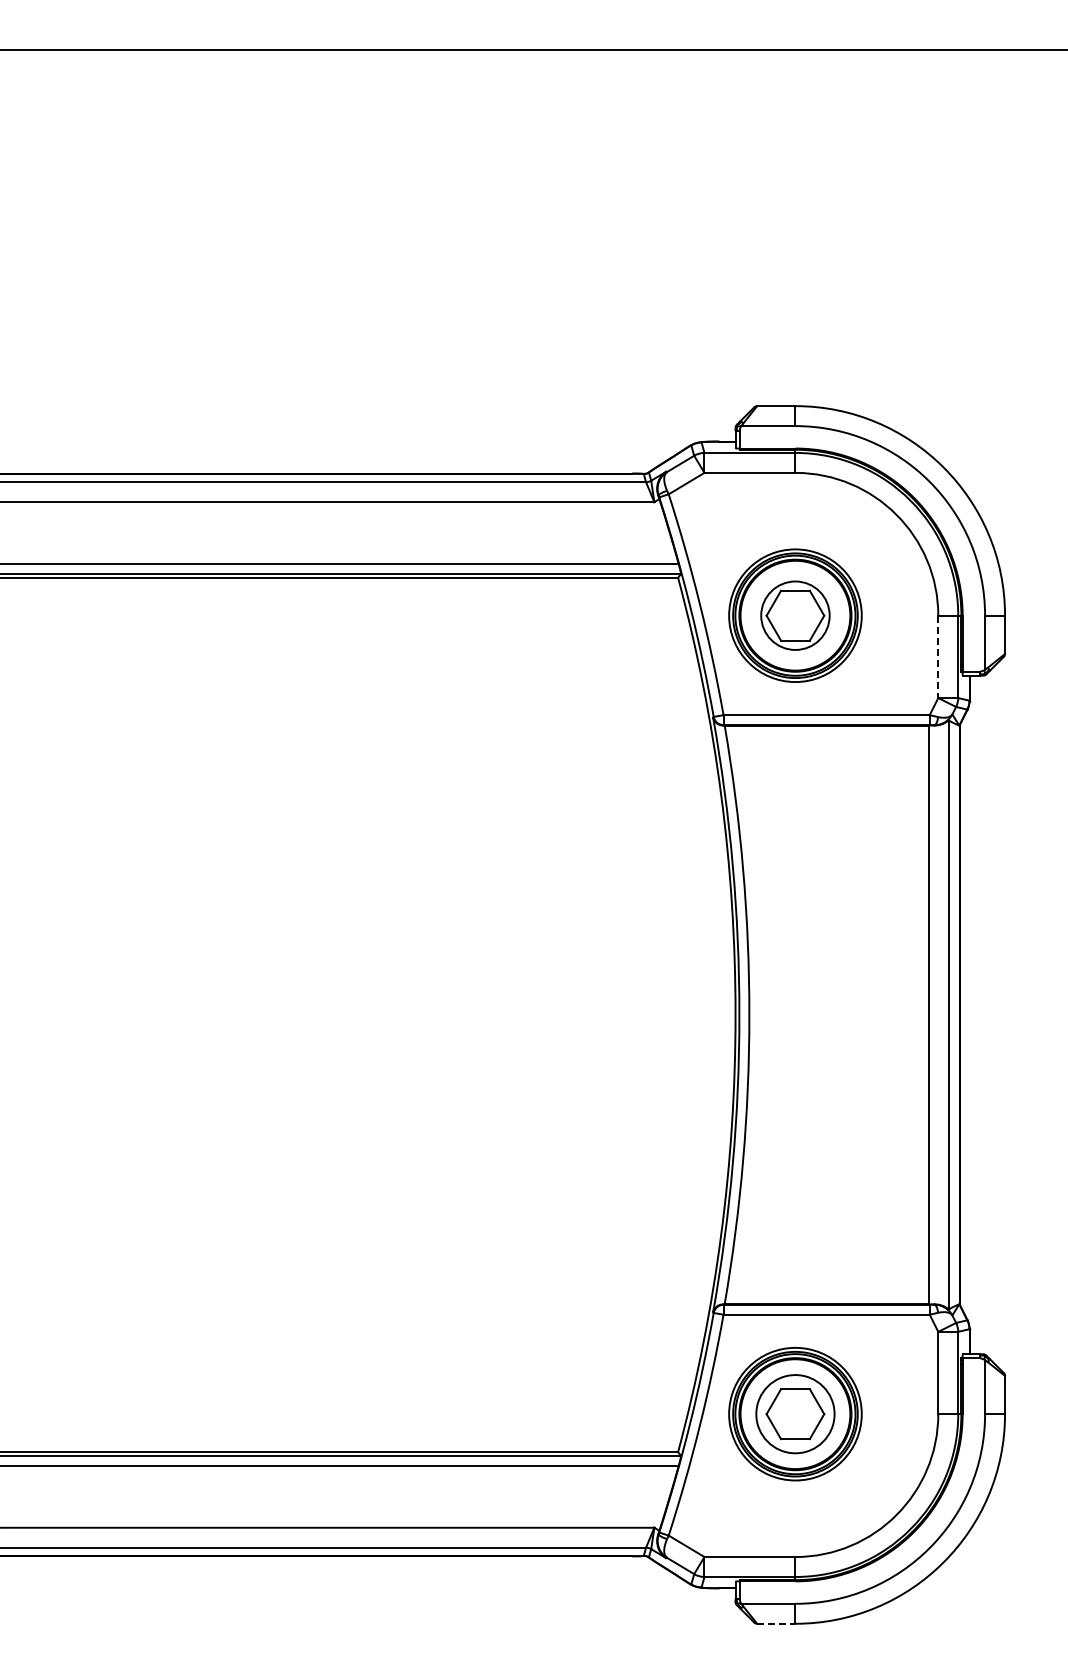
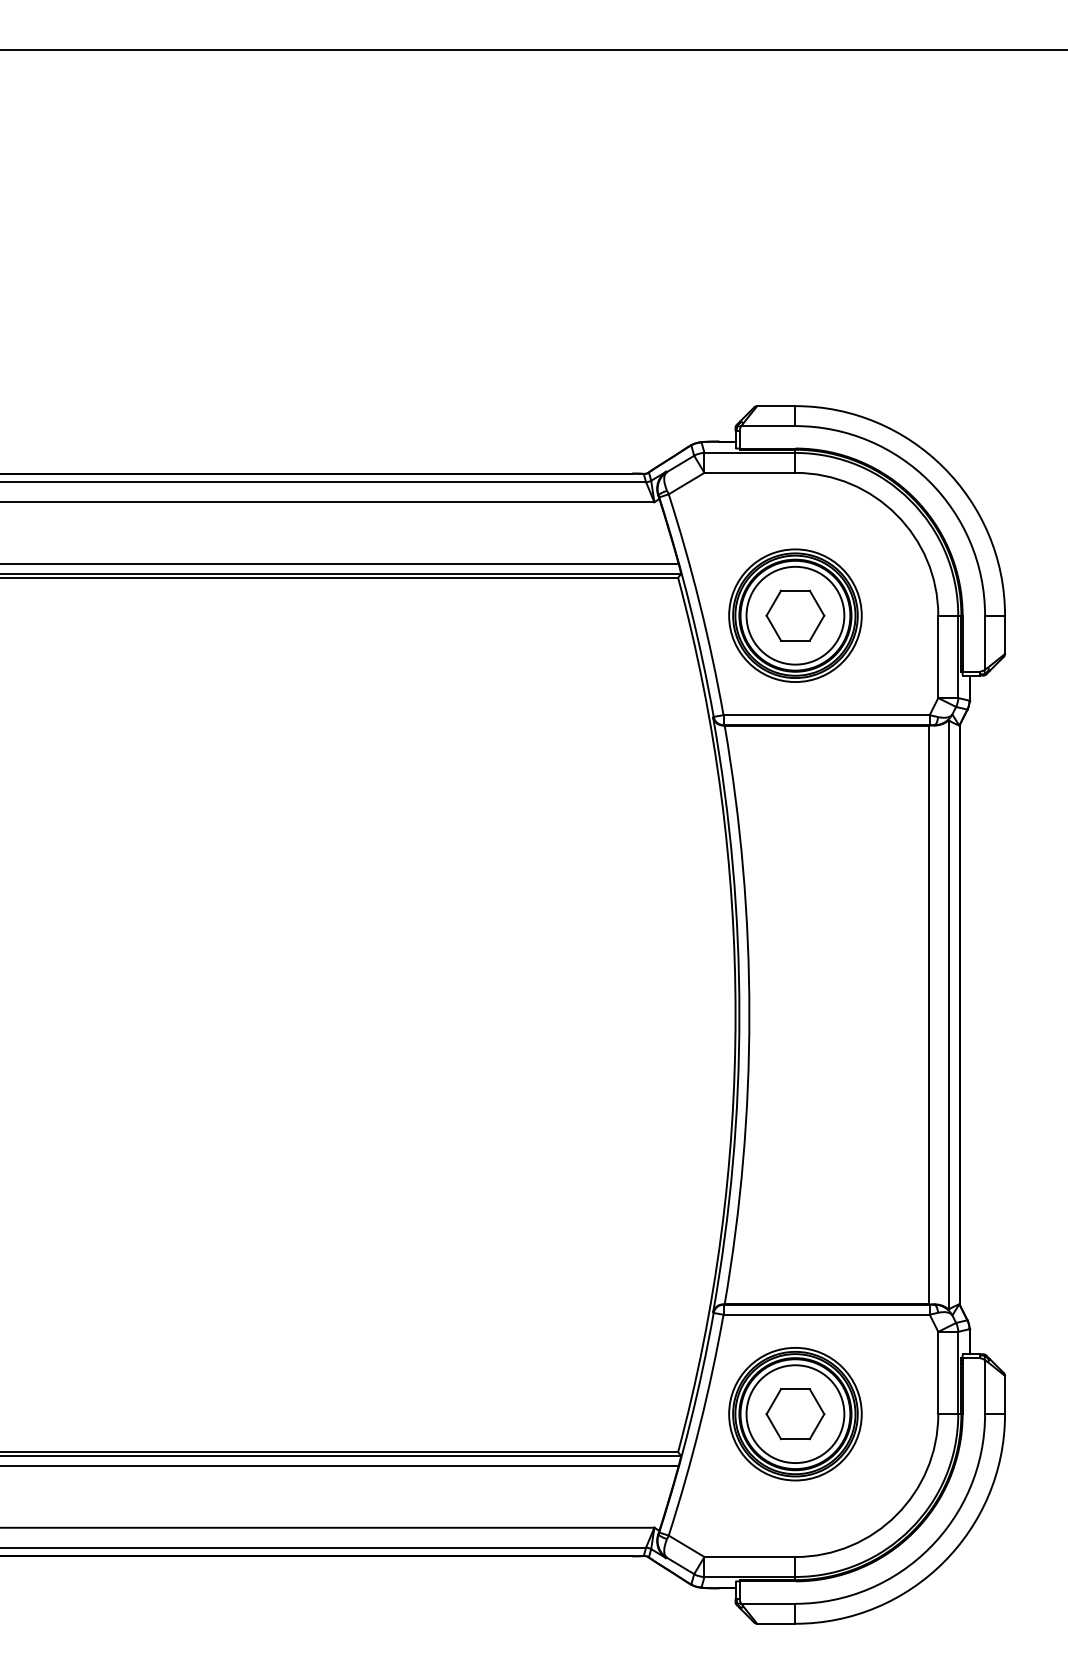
circle at (795, 615) diameter: 68 px -> 98 px
line at (938, 657): dashed -> solid
circle at (795, 1414) diameter: 78 px -> 98 px
line at (776, 1623): dashed -> solid
